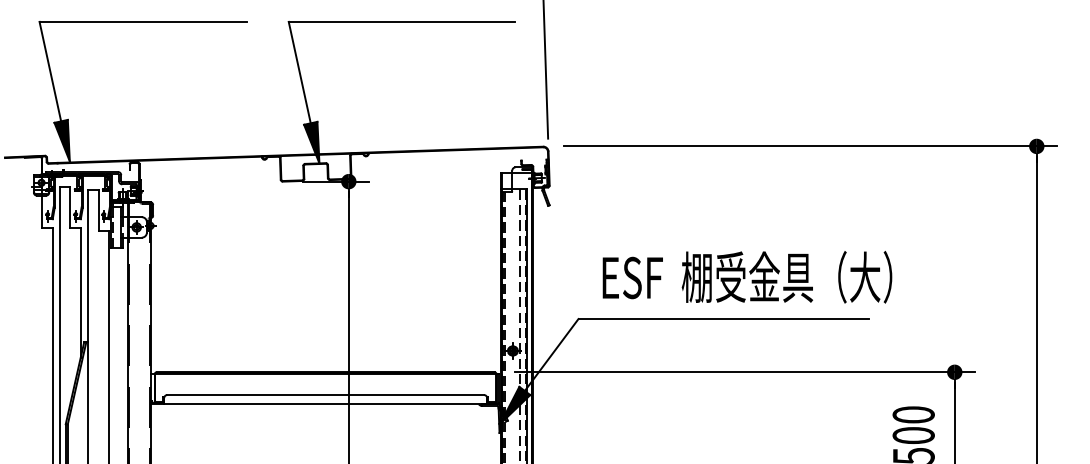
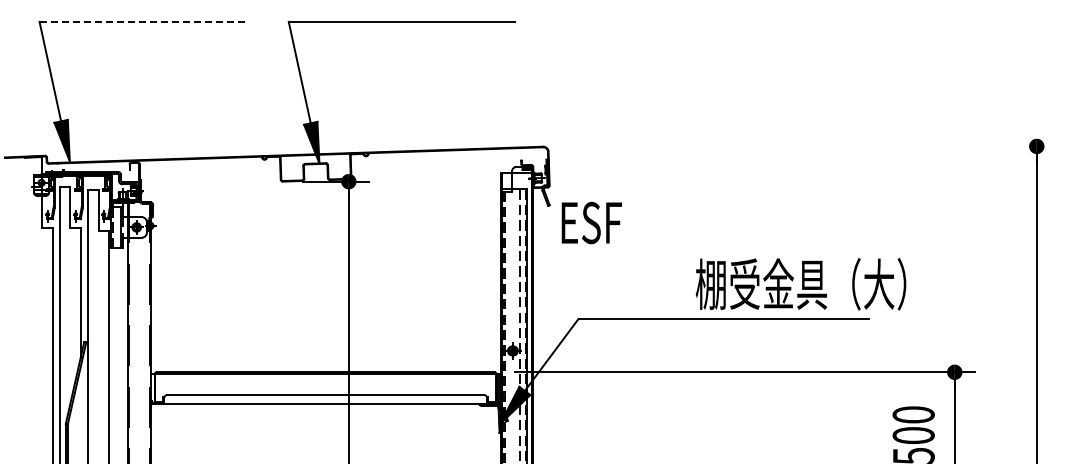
line at (143, 21): solid -> dashed
line at (545, 70): present -> none
line at (810, 146): present -> none
text at (632, 277) position: (632, 277) -> (591, 222)
text at (786, 277) position: (786, 277) -> (800, 284)
